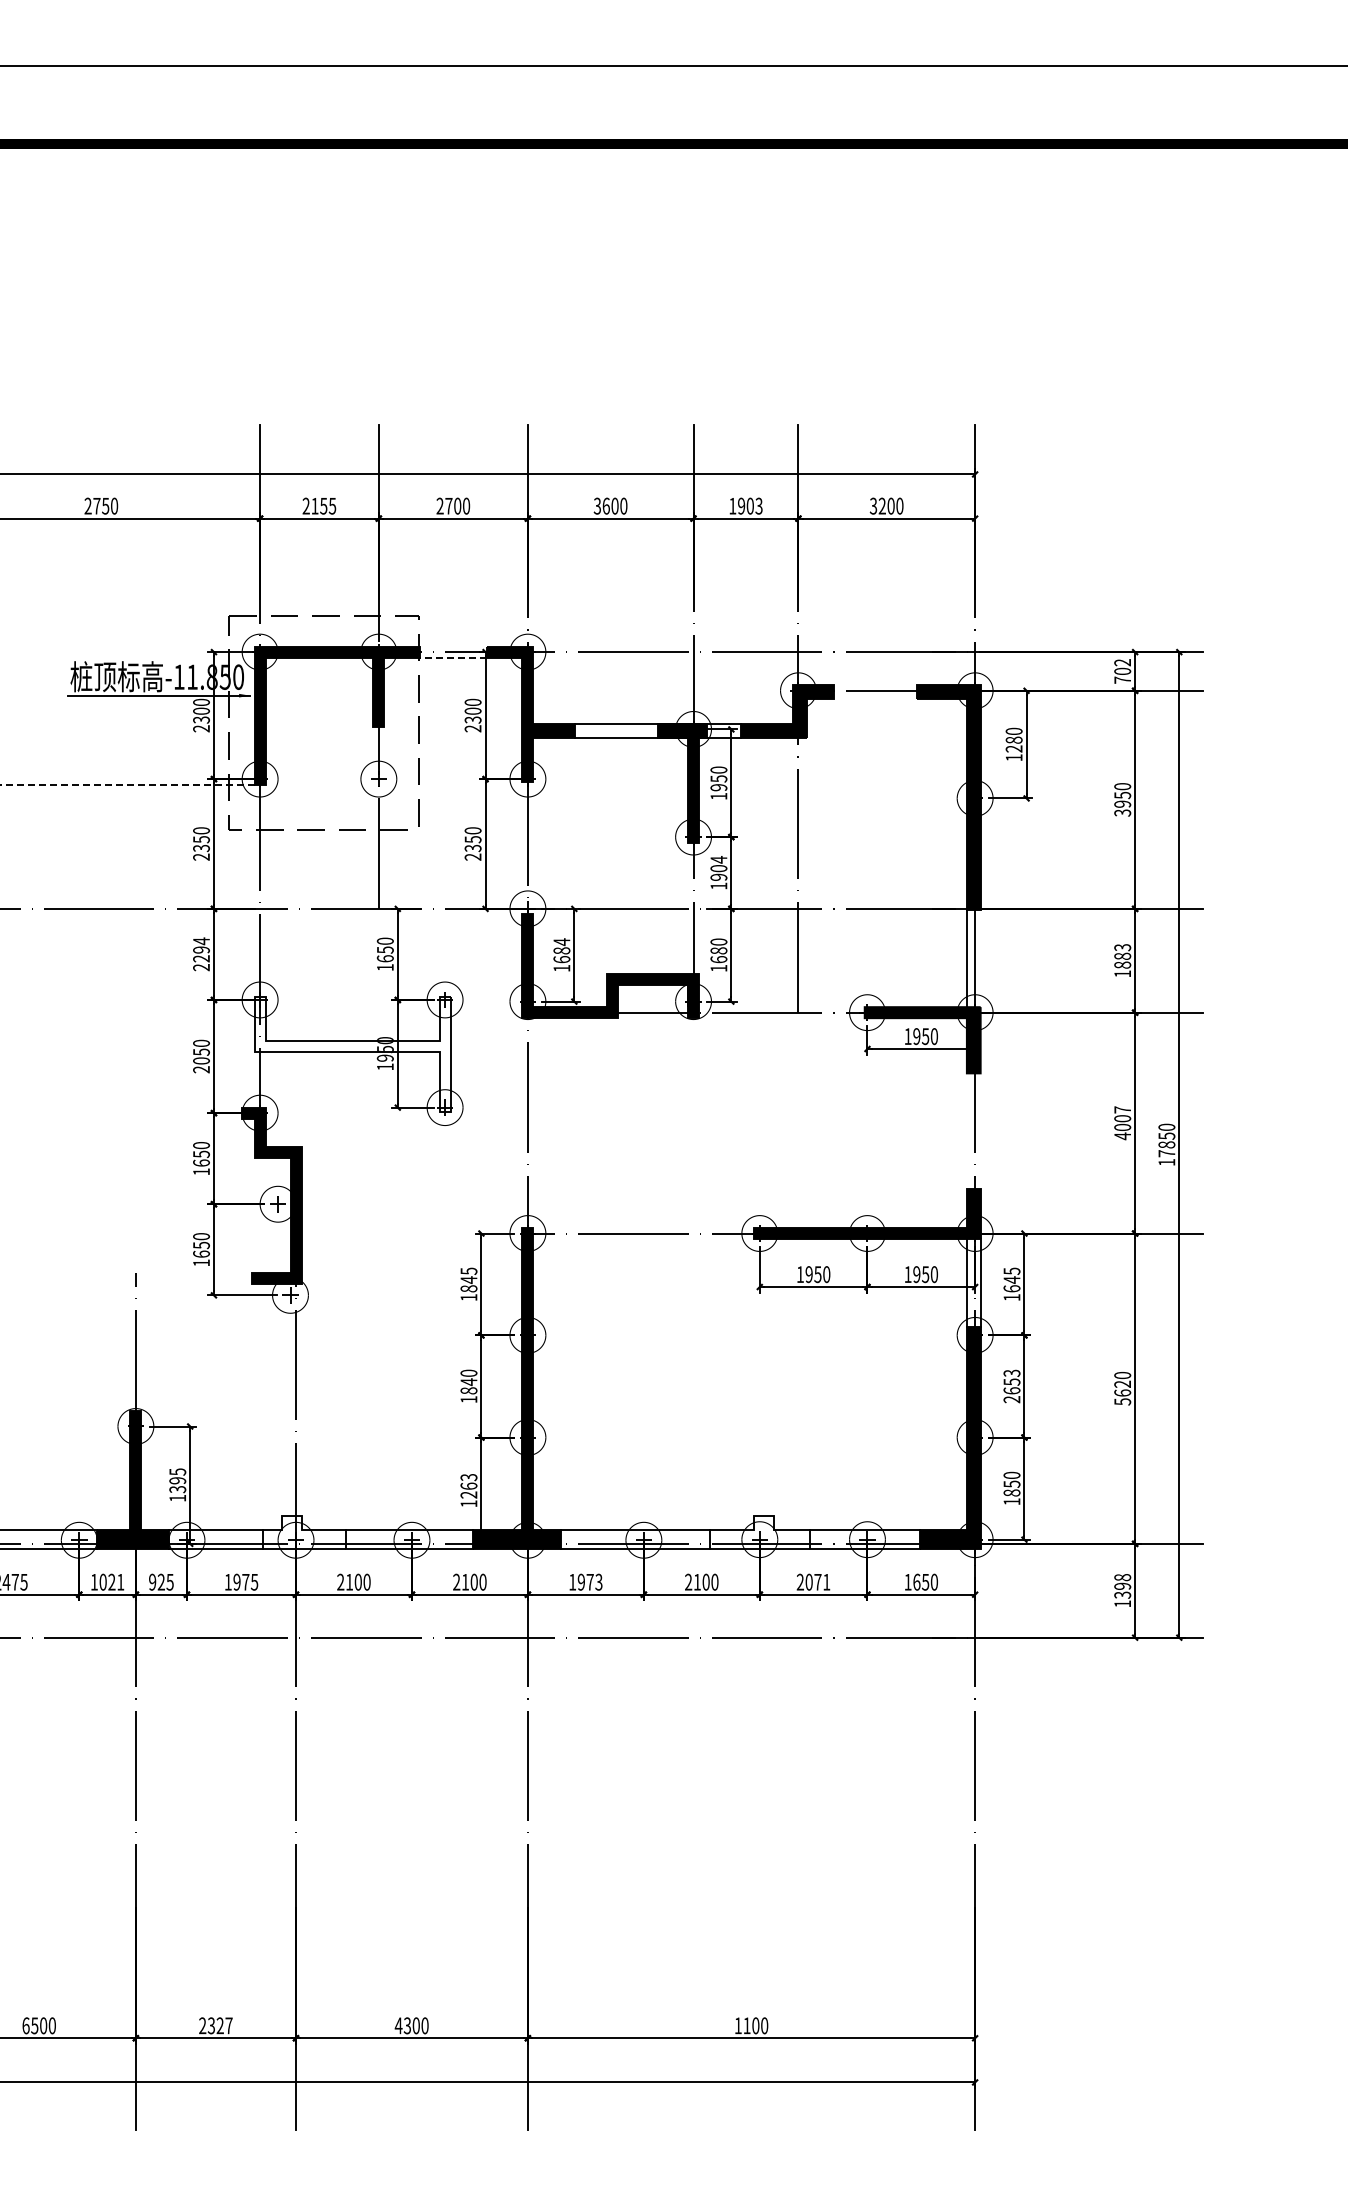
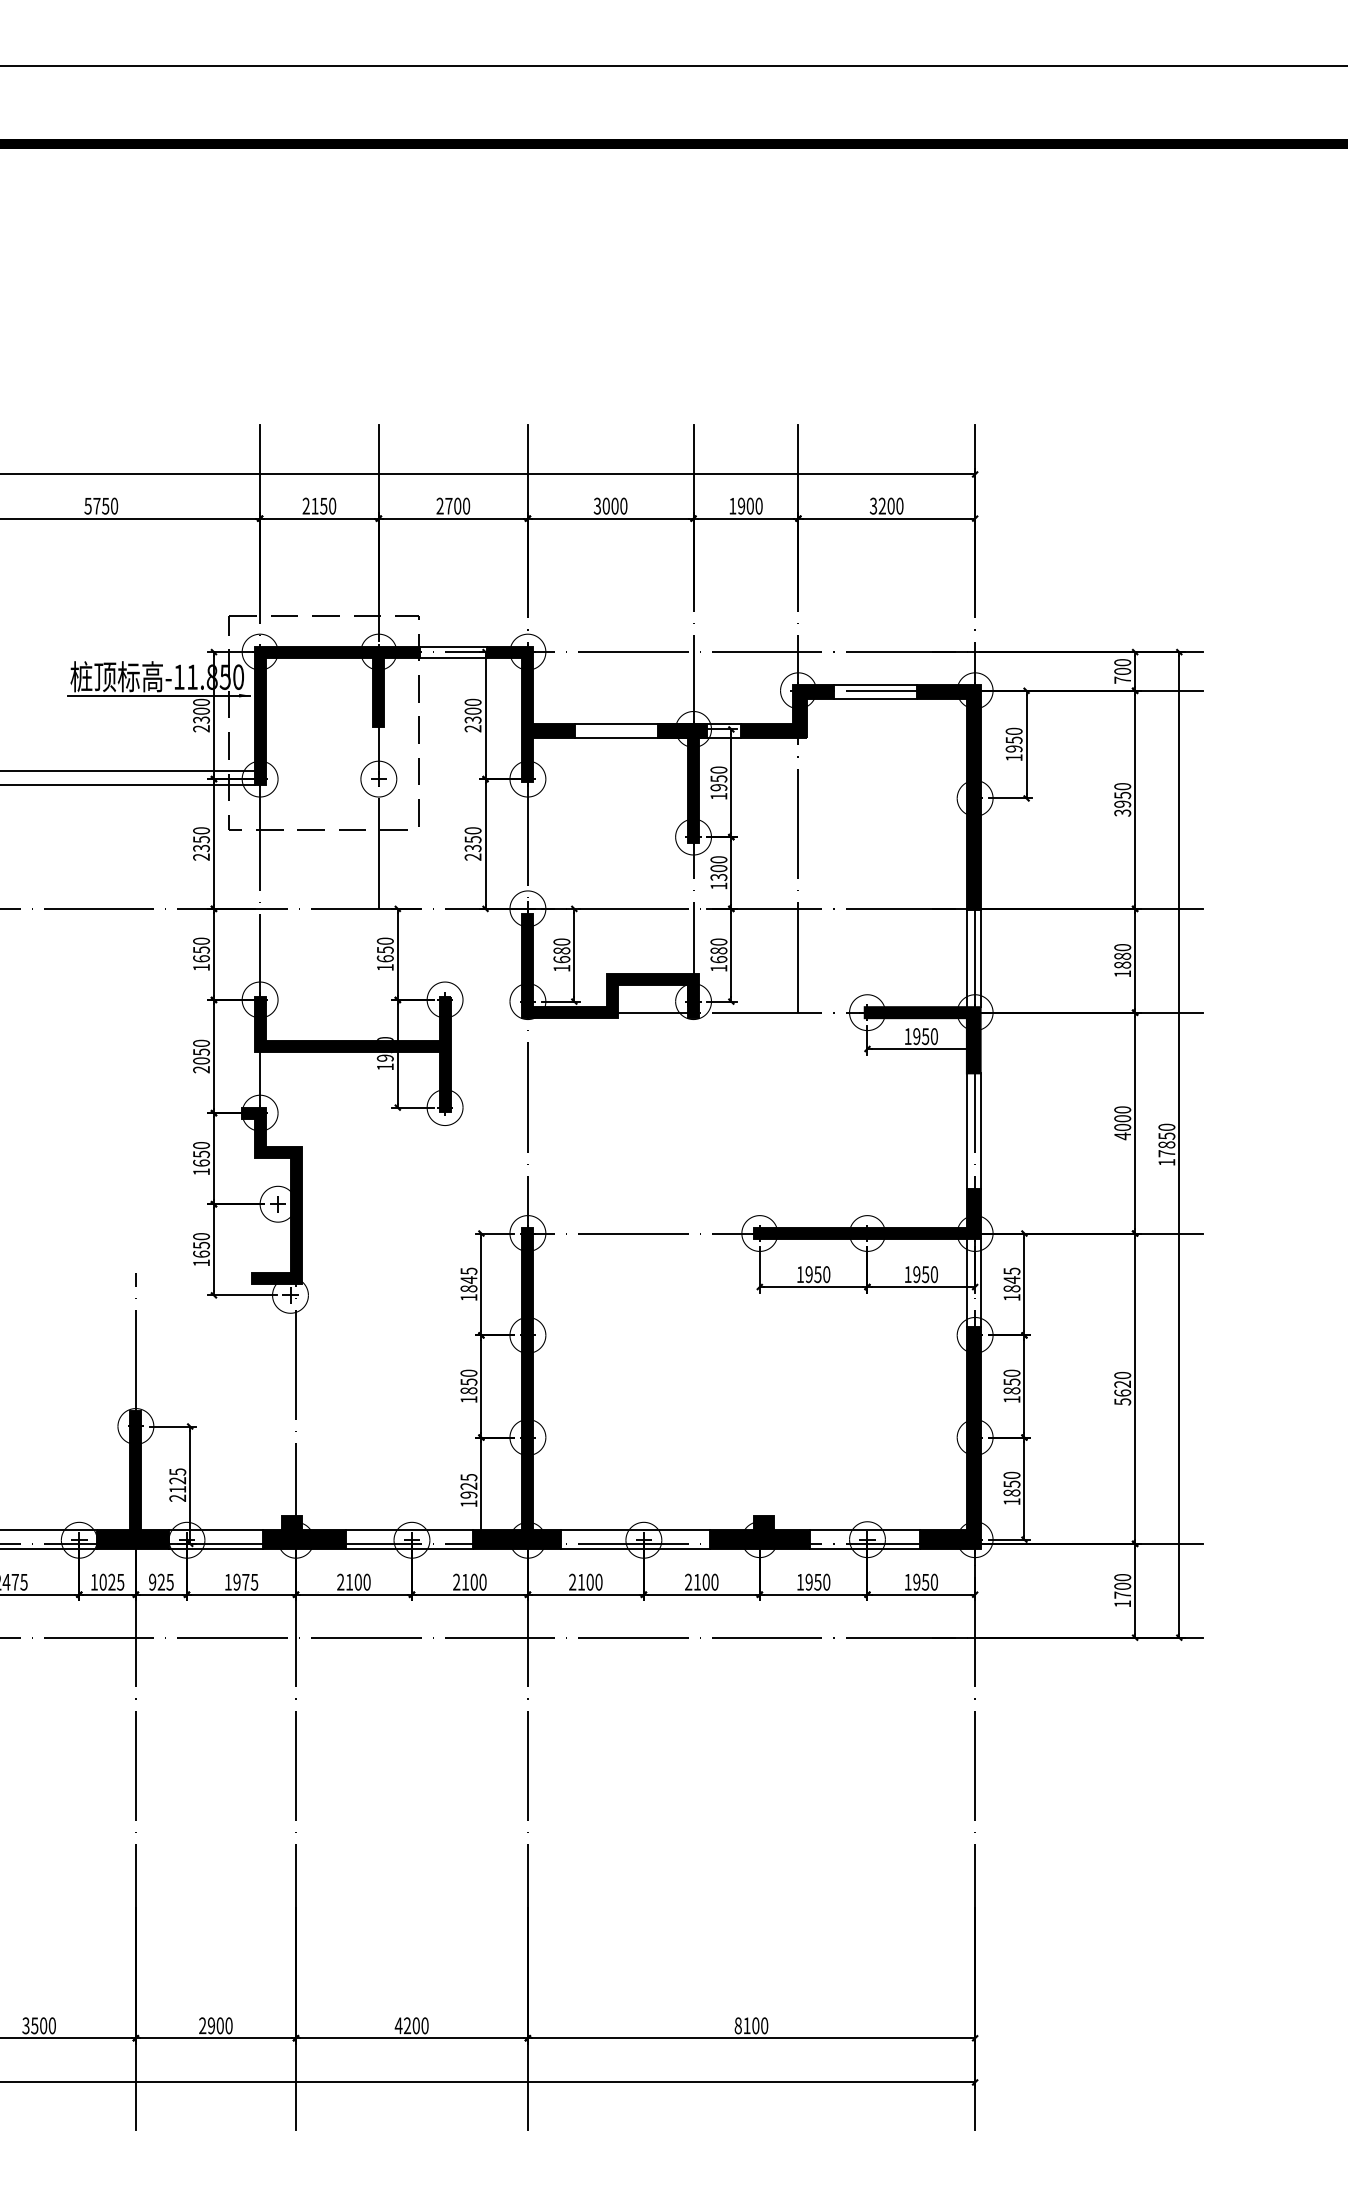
text at (87, 505): 2750 -> 5750
text at (332, 505): 2155 -> 2150
text at (605, 505): 3600 -> 3000
text at (758, 506): 1903 -> 1900
line at (453, 646): none -> present
line at (452, 657): dashed -> solid
text at (1122, 662): 702 -> 700
line at (874, 685): none -> present
line at (874, 699): none -> present
text at (1013, 744): 1280 -> 1950
line at (128, 770): none -> present
line at (126, 784): dashed -> solid
text at (718, 868): 1904 -> 1300
text at (561, 942): 1684 -> 1680
text at (1122, 947): 1883 -> 1880
text at (201, 954): 2294 -> 1650
line at (980, 958): none -> present
fill at (352, 1054): none -> present
text at (1122, 1109): 4007 -> 4000
line at (966, 1131): none -> present
line at (980, 1131): none -> present
text at (1011, 1288): 1645 -> 1845
text at (468, 1382): 1840 -> 1850
text at (1011, 1386): 2653 -> 1850
text at (468, 1486): 1263 -> 1925
text at (177, 1489): 1395 -> 2125
fill at (303, 1532): none -> present
fill at (759, 1532): none -> present
text at (585, 1581): 1973 -> 2100
text at (813, 1581): 2071 -> 1950
text at (916, 1581): 1650 -> 1950
text at (120, 1582): 1021 -> 1025
text at (1122, 1586): 1398 -> 1700
text at (25, 2025): 6500 -> 3500
text at (219, 2025): 2327 -> 2900
text at (737, 2025): 1100 -> 8100
text at (407, 2026): 4300 -> 4200
